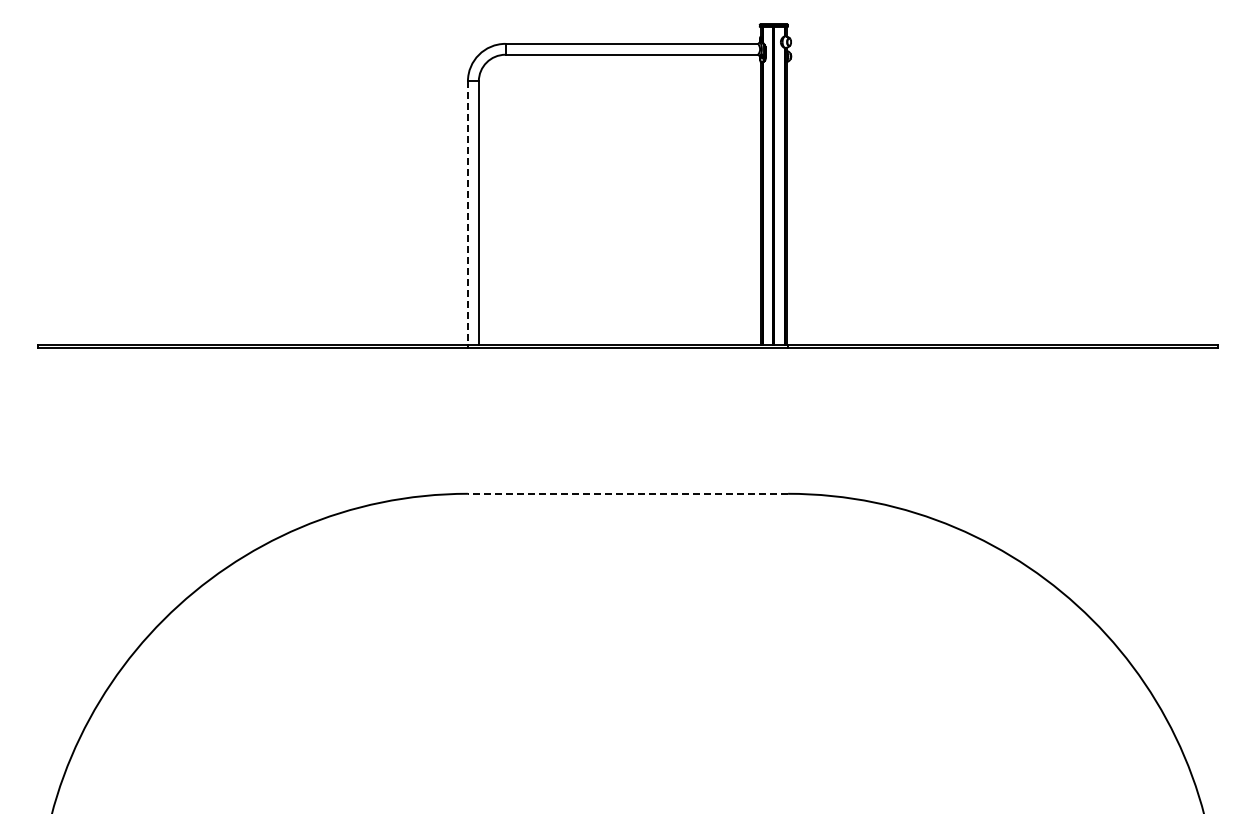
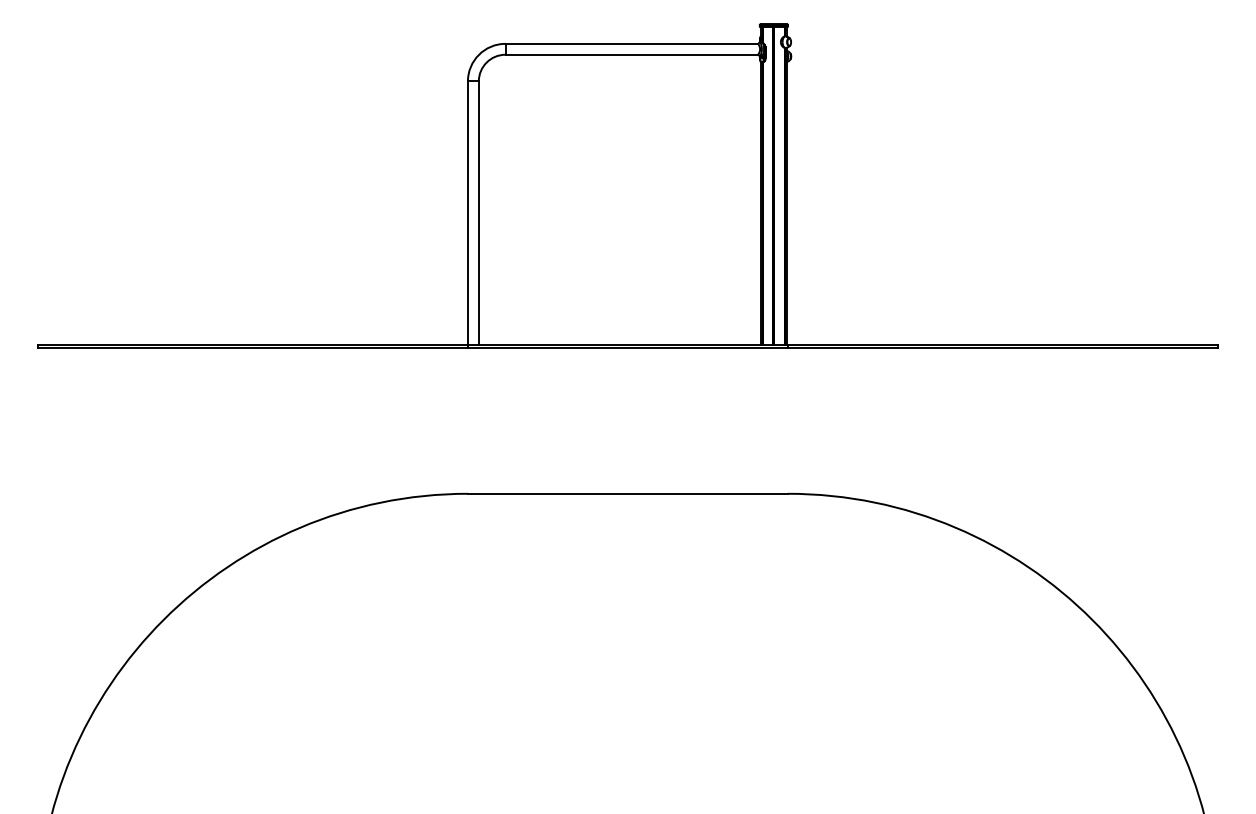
line at (467, 213): dashed -> solid
line at (627, 493): dashed -> solid
